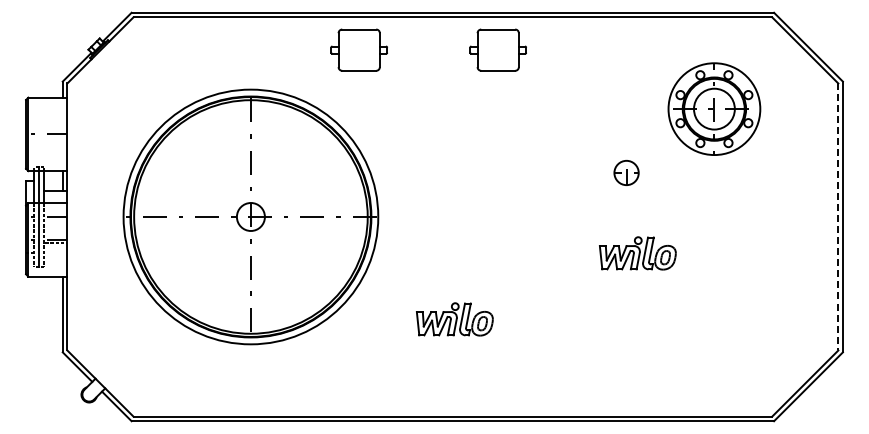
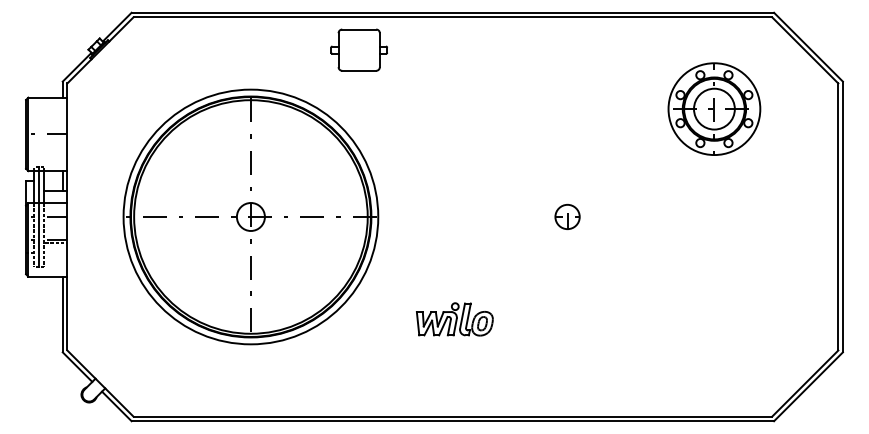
part at (497, 49): present -> none
part at (626, 172) position: (626, 172) -> (567, 216)
line at (838, 217): dashed -> solid
part at (637, 253): present -> none
